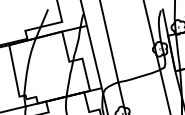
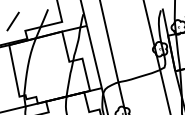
line at (12, 21): none -> present
